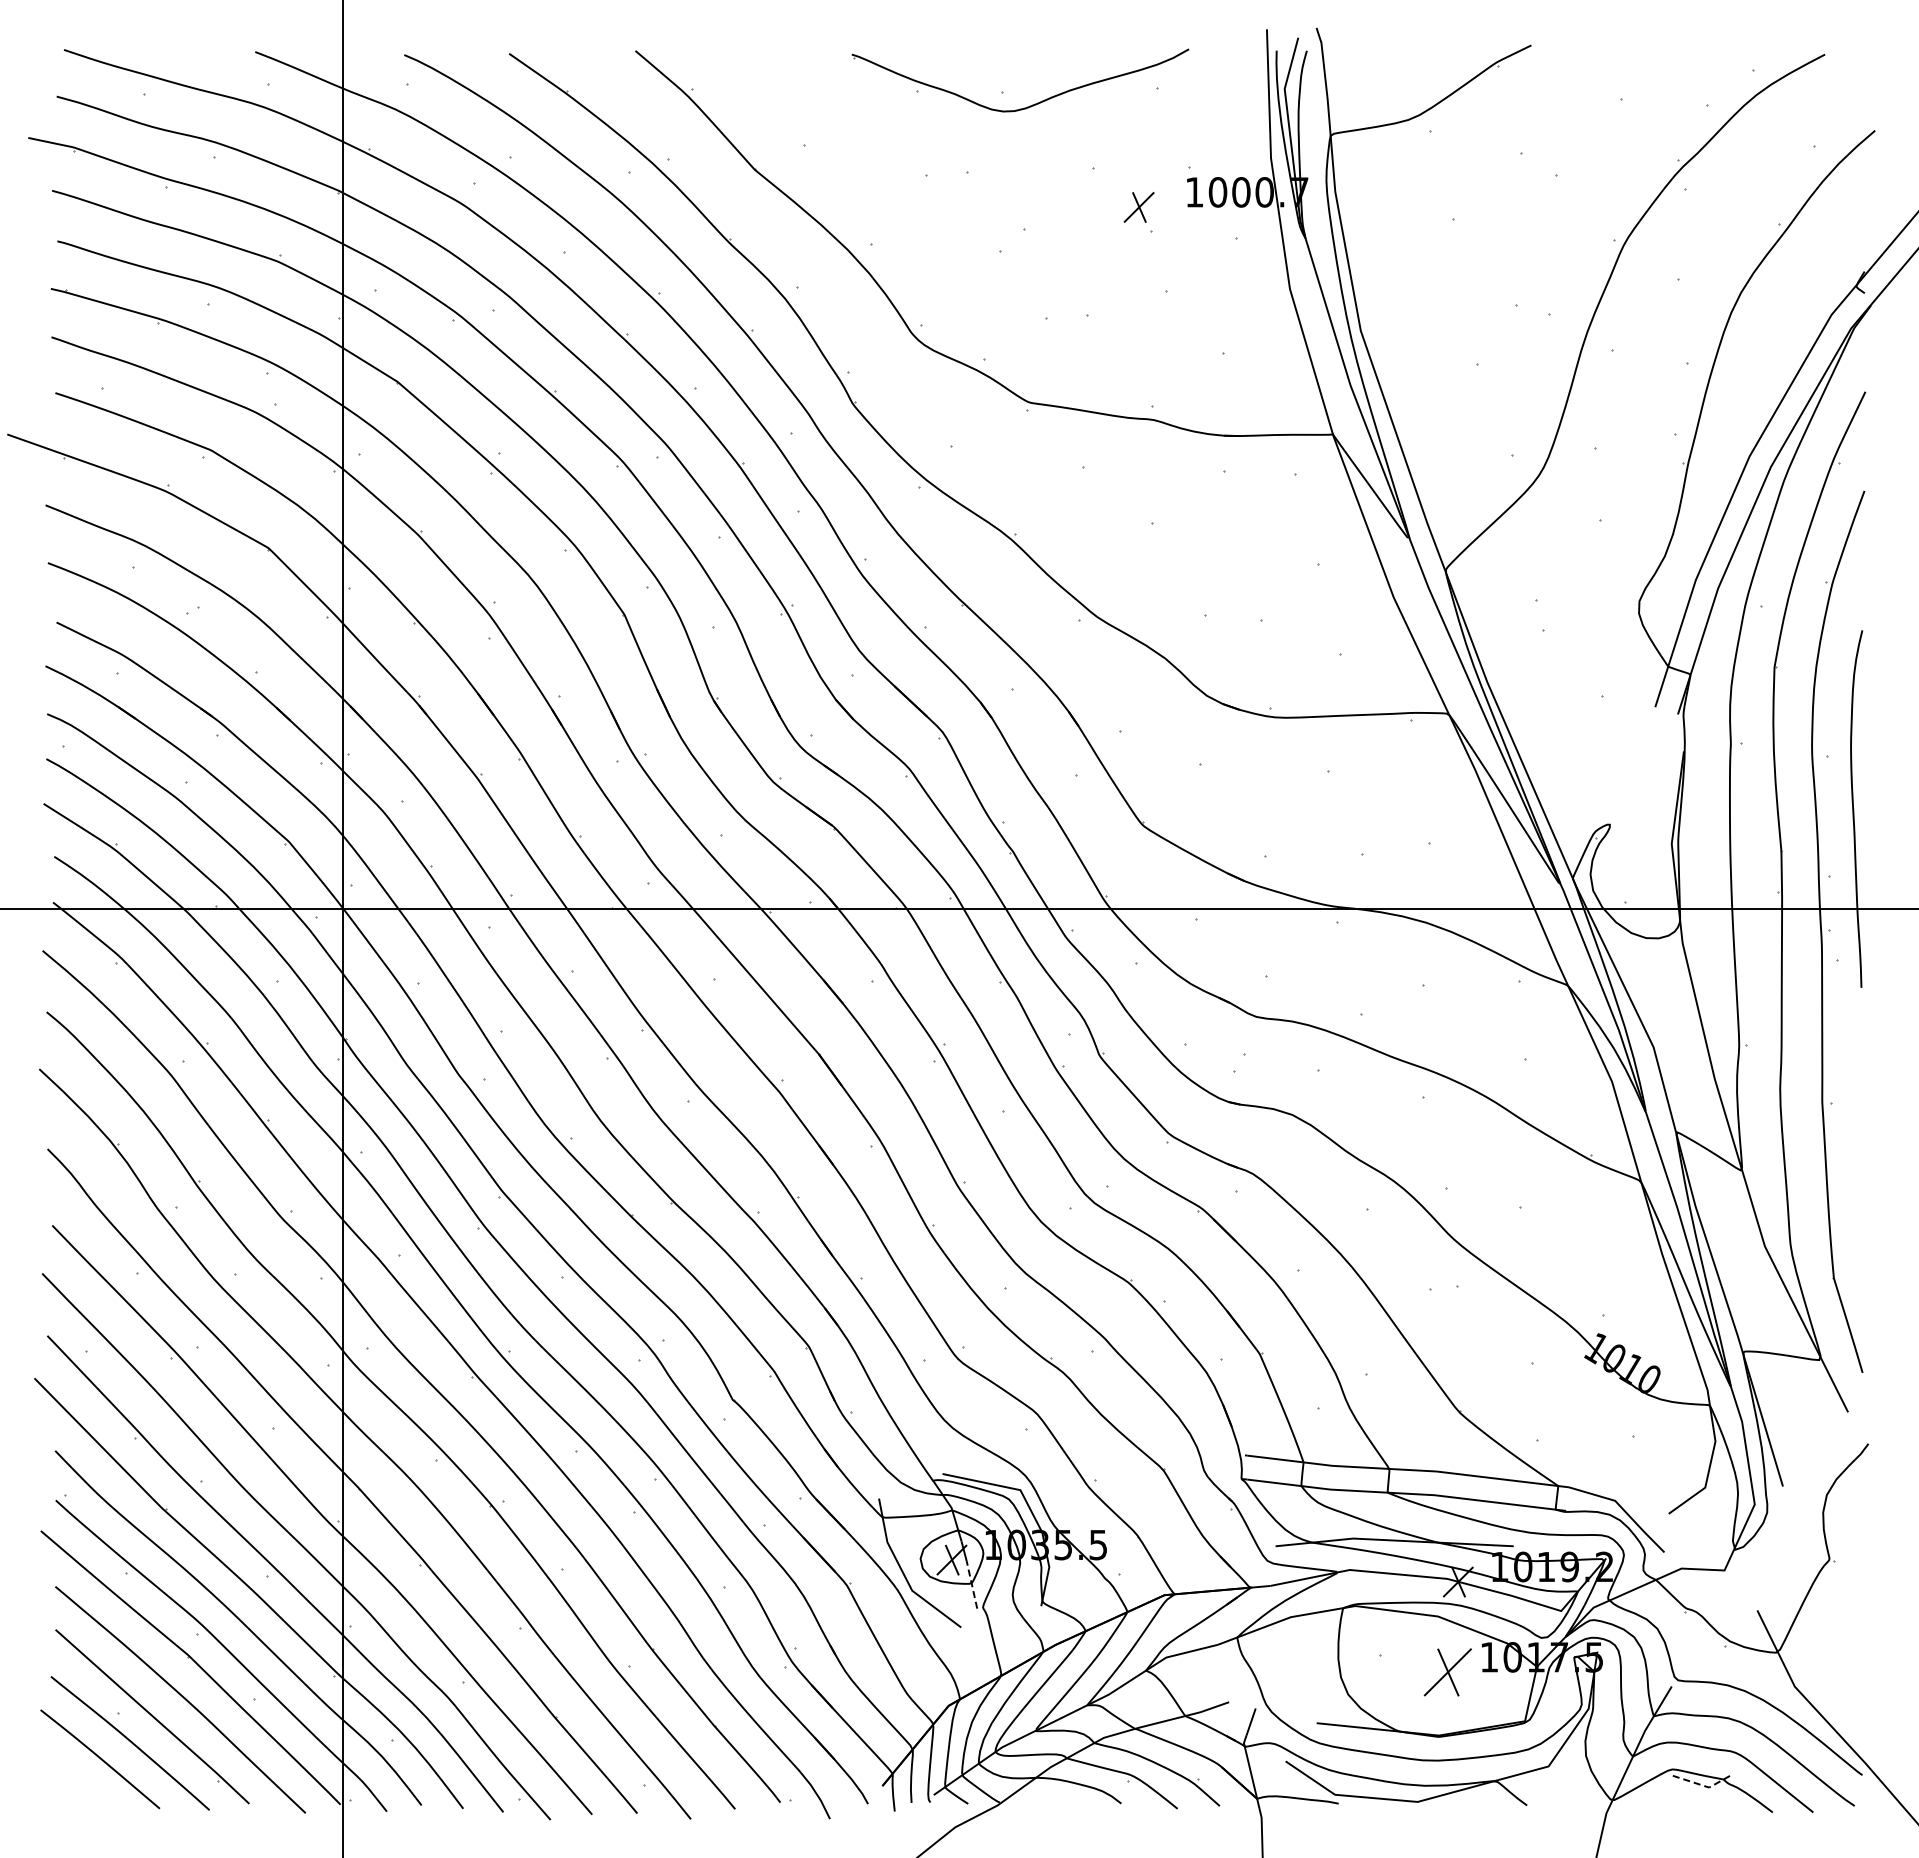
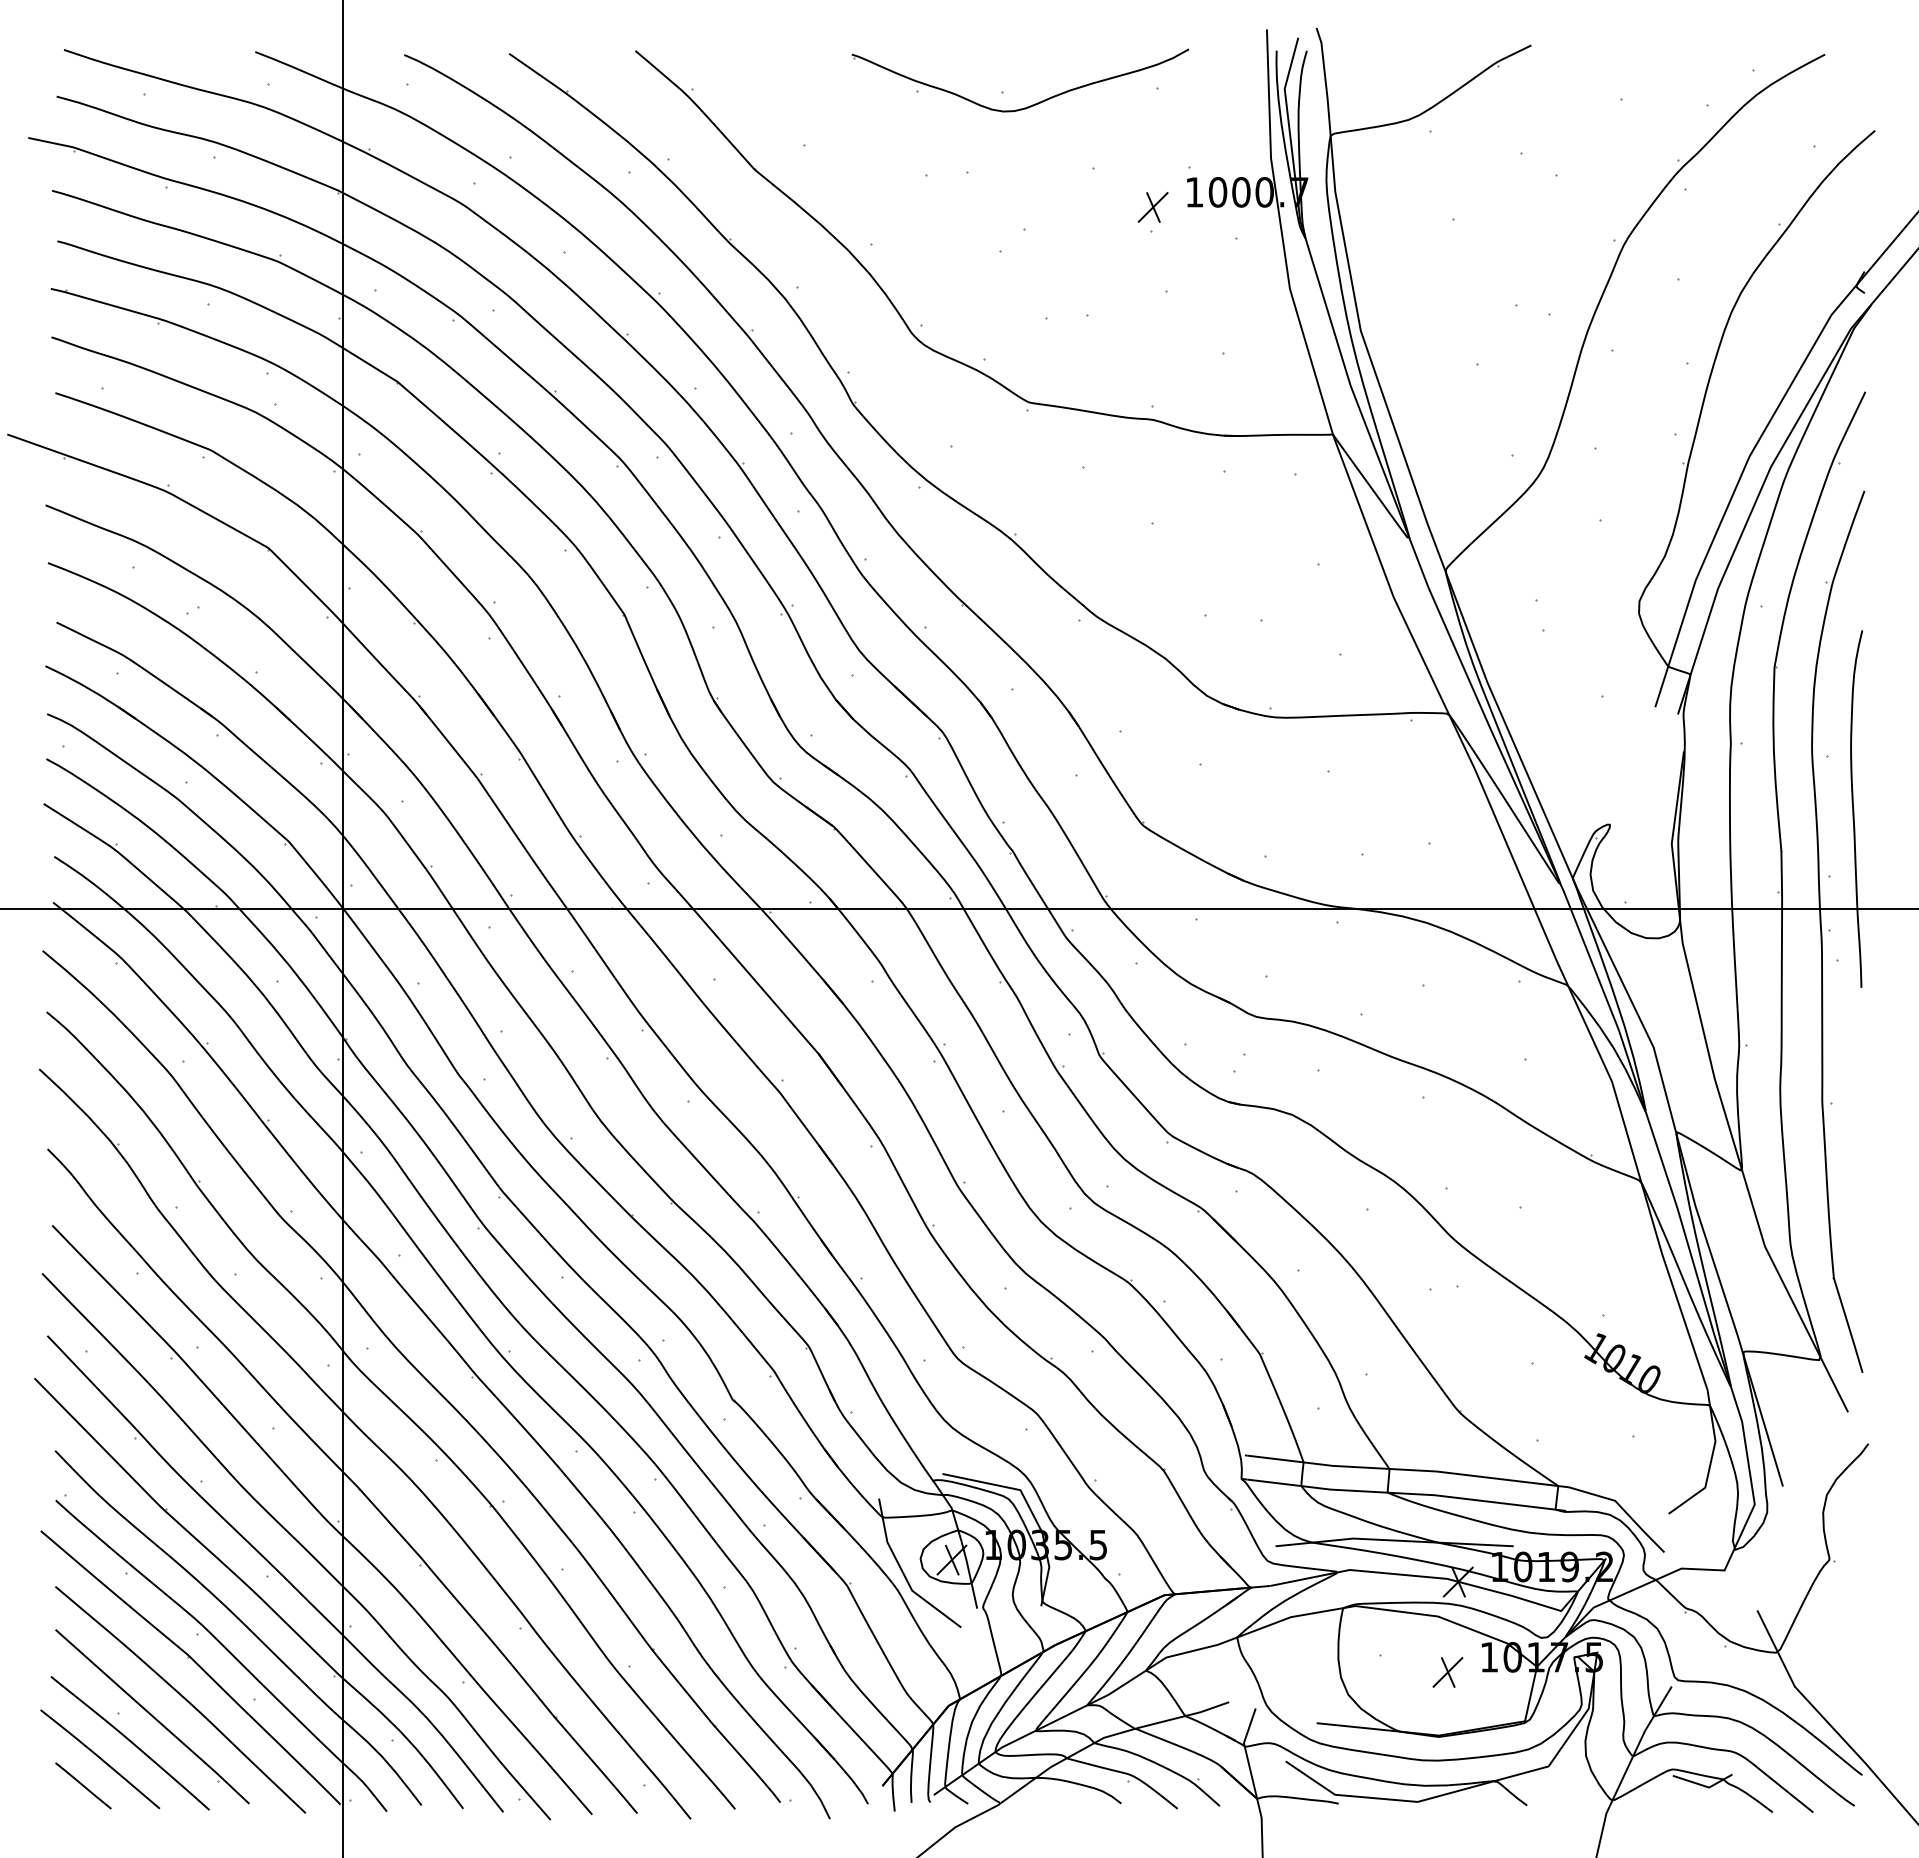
part at (1138, 207) position: (1138, 207) -> (1152, 207)
line at (971, 1584): dashed -> solid
part at (1447, 1672) size: 49x49 px -> 32x31 px
line at (83, 1785): none -> present
line at (1704, 1786): dashed -> solid
